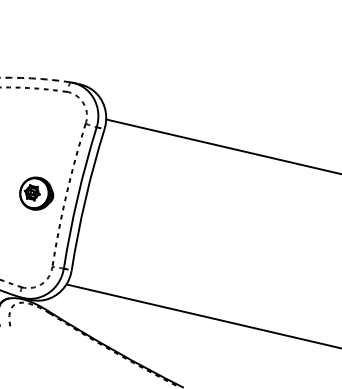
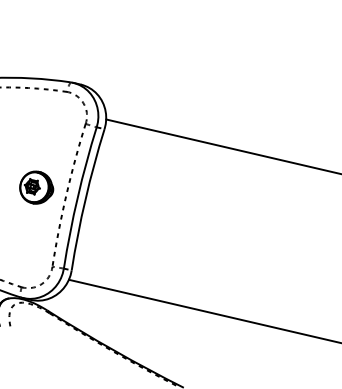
arc at (35, 78): dashed -> solid
part at (36, 193) position: (36, 193) -> (36, 187)
line at (202, 315) position: (202, 315) -> (203, 310)
